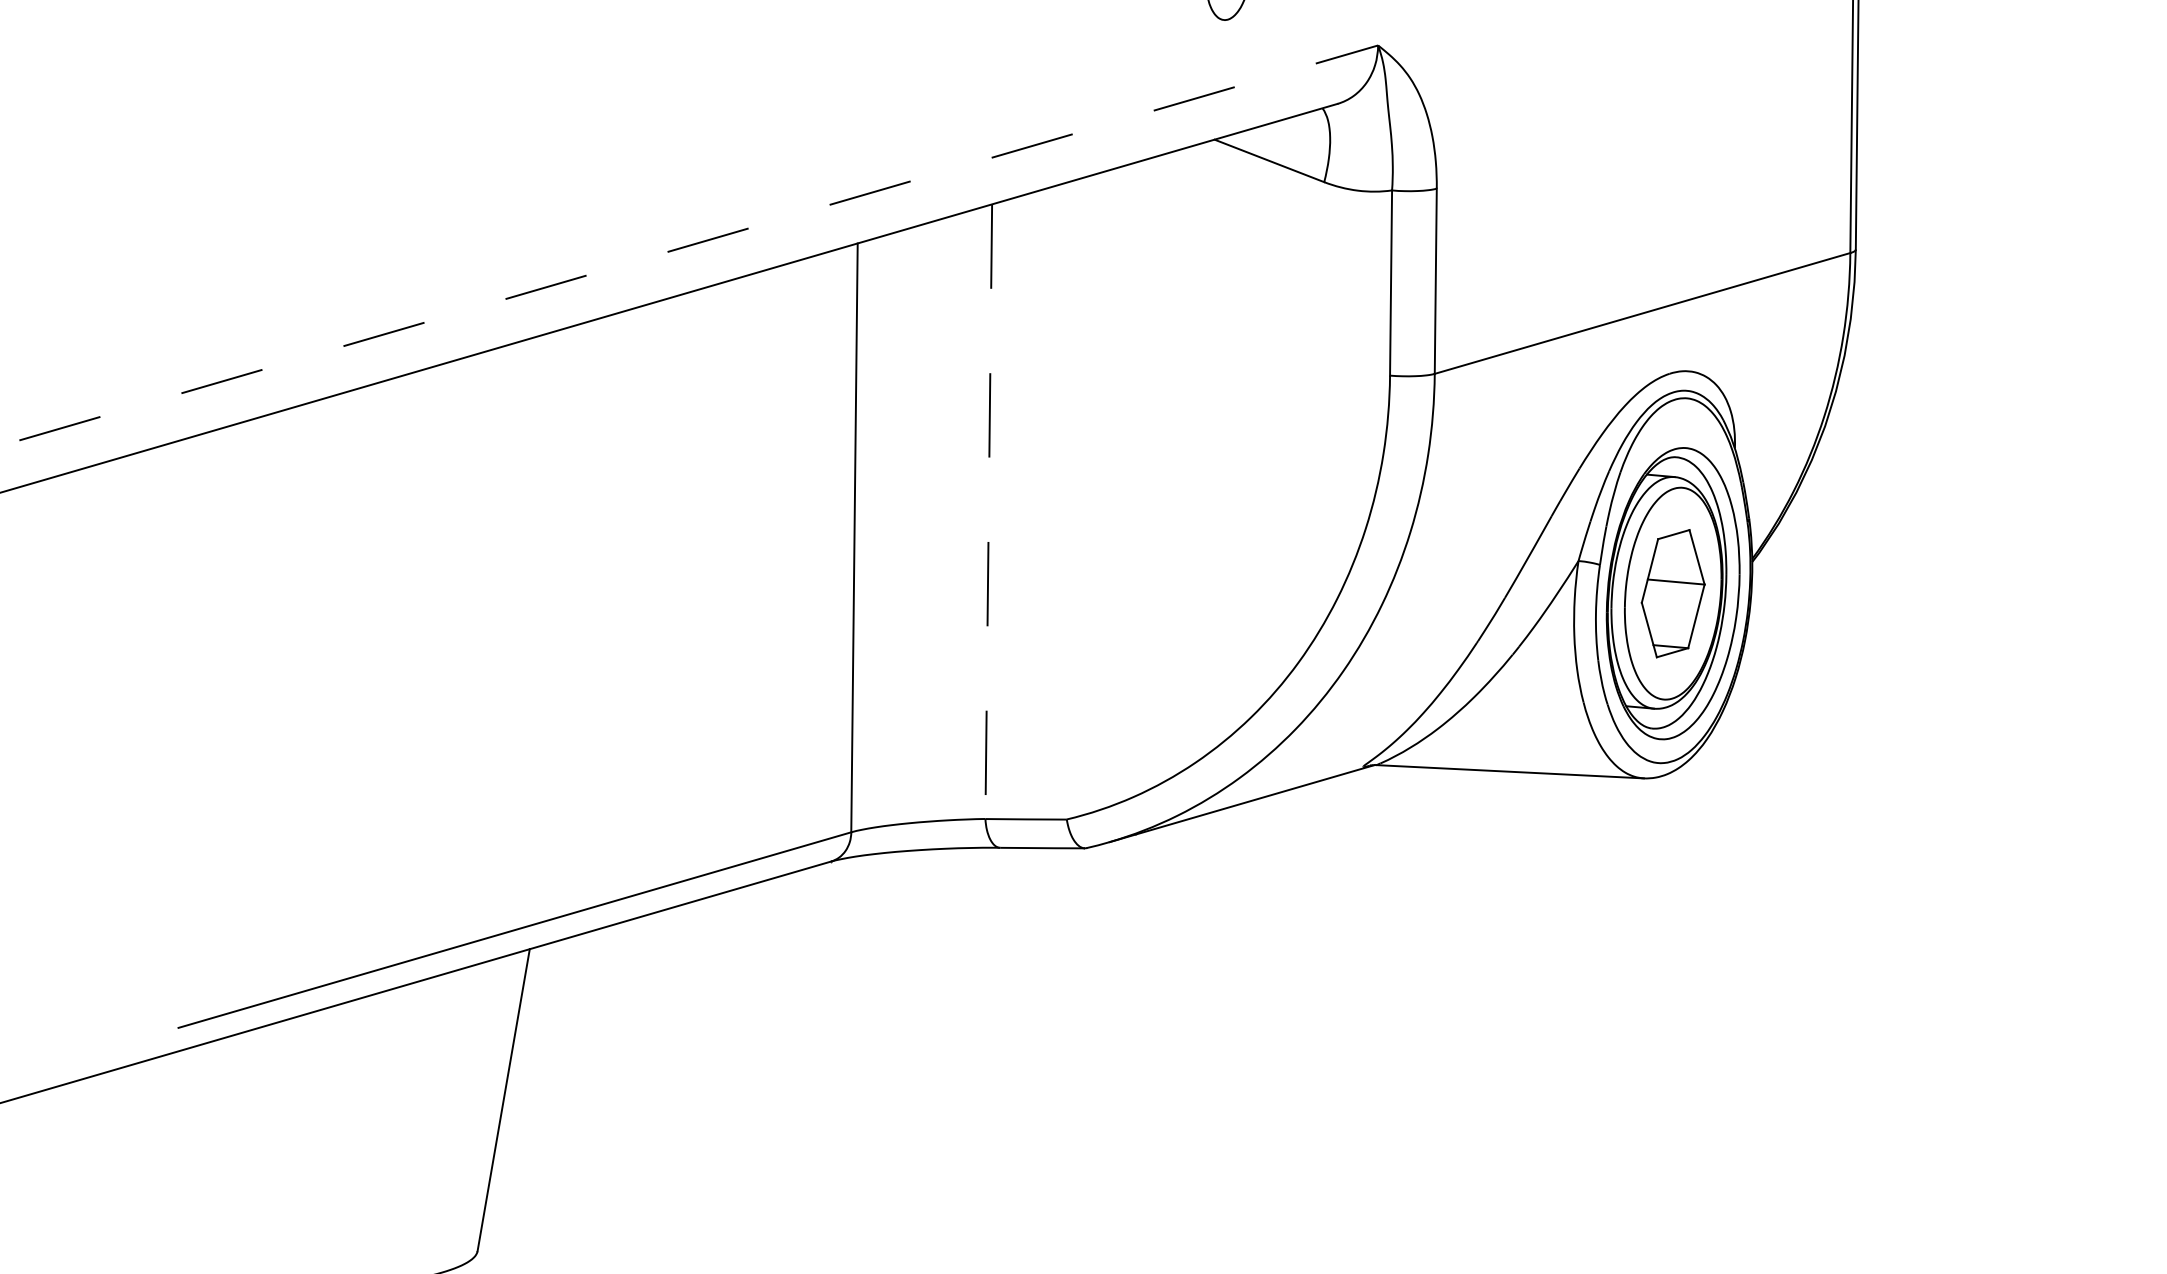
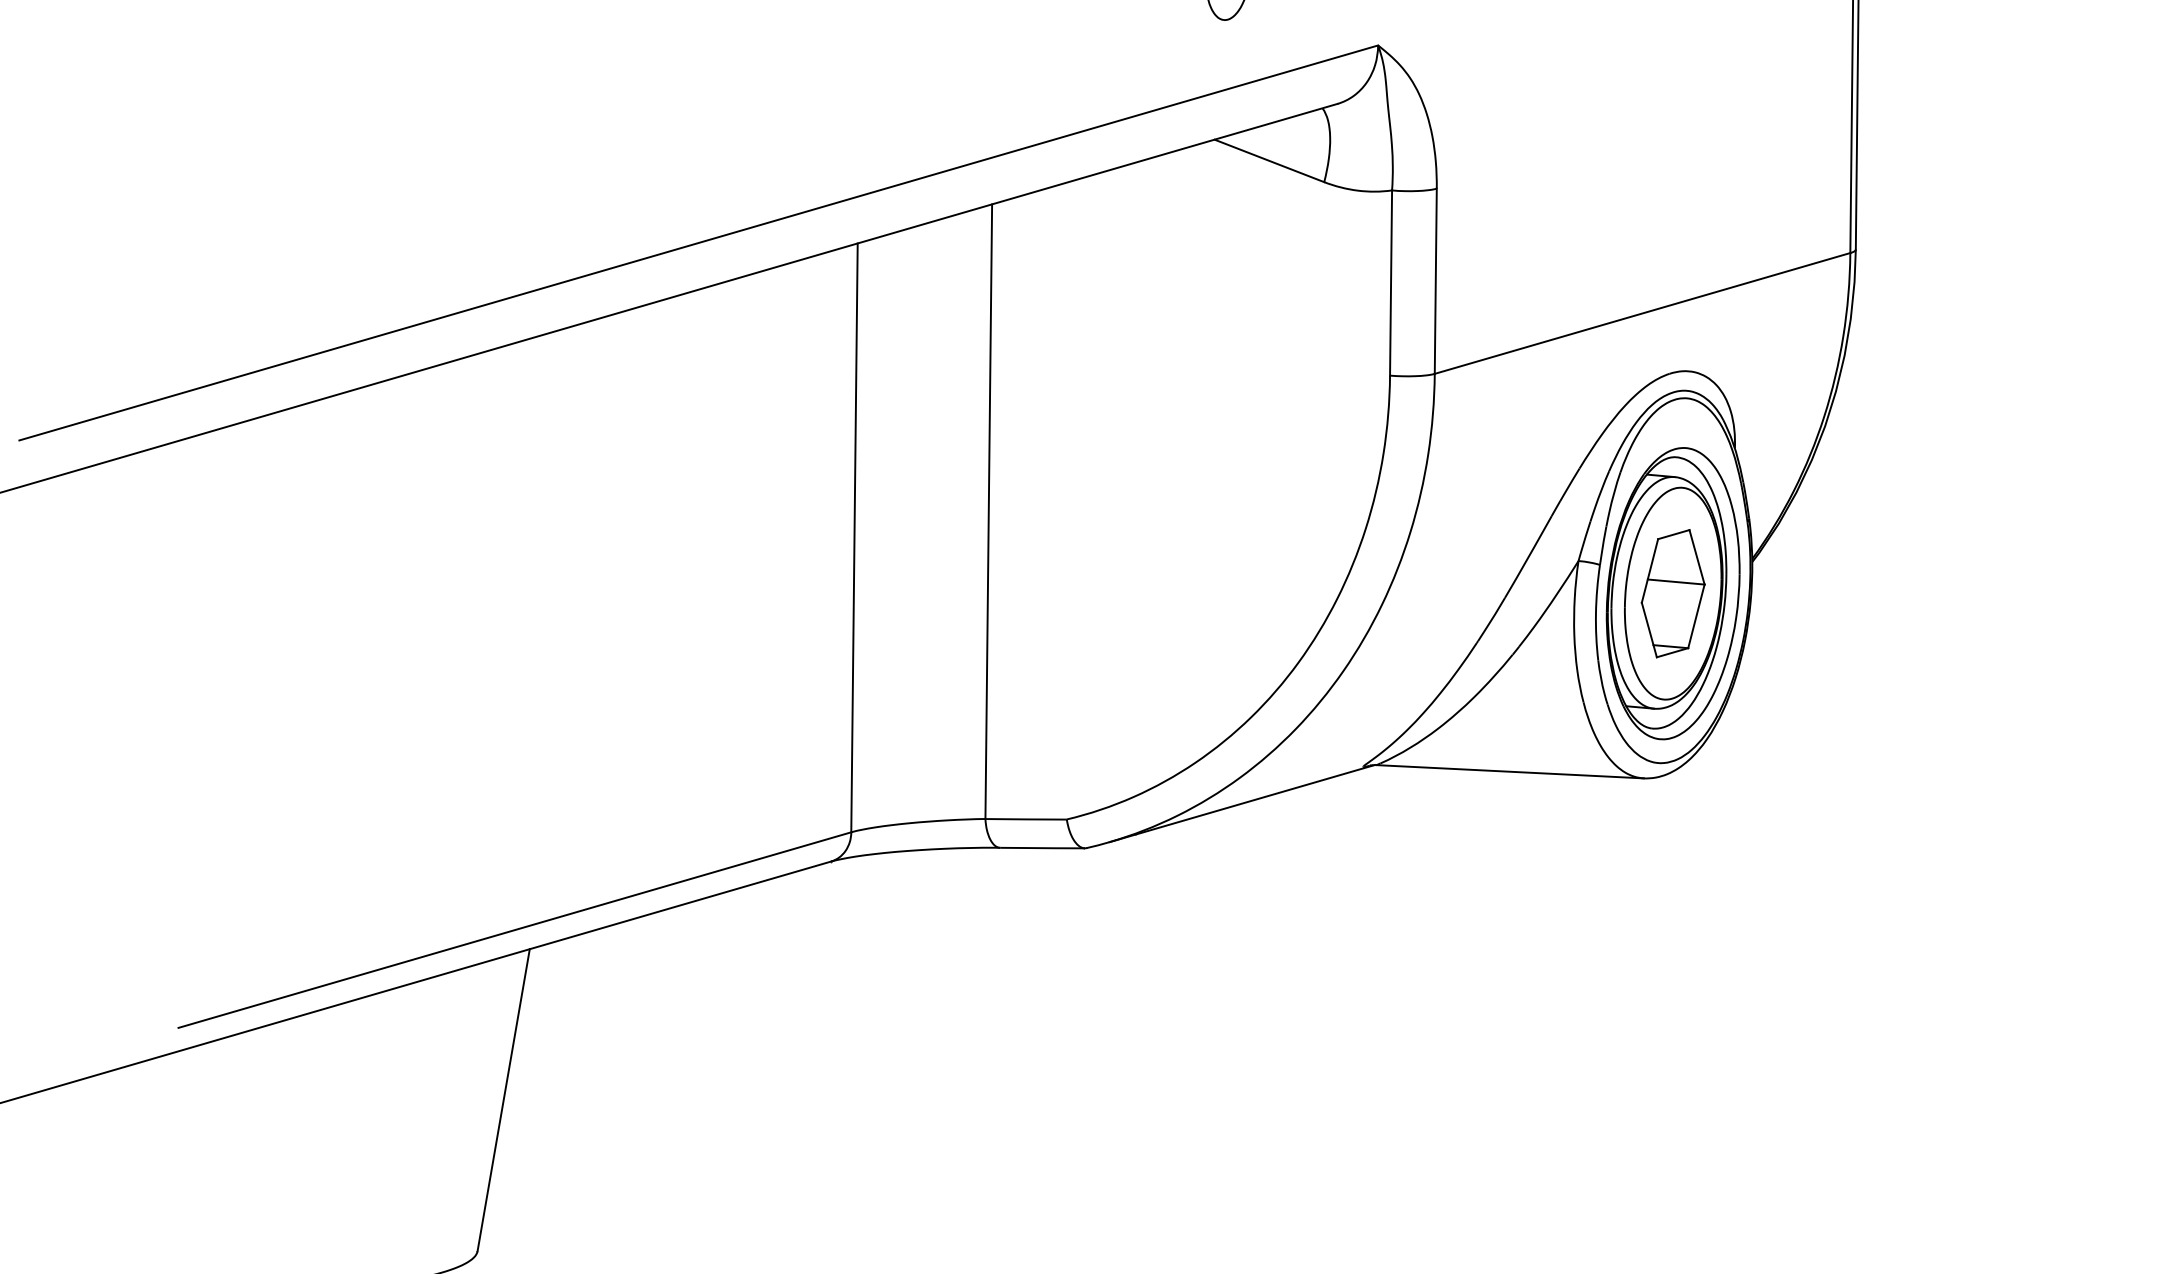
line at (698, 242): dashed -> solid
line at (988, 512): dashed -> solid
